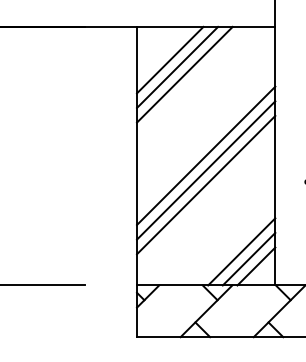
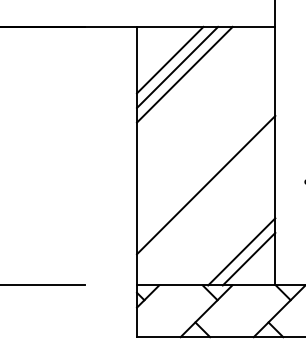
line at (206, 155): present -> none
line at (206, 170): present -> none
line at (256, 266): present -> none
